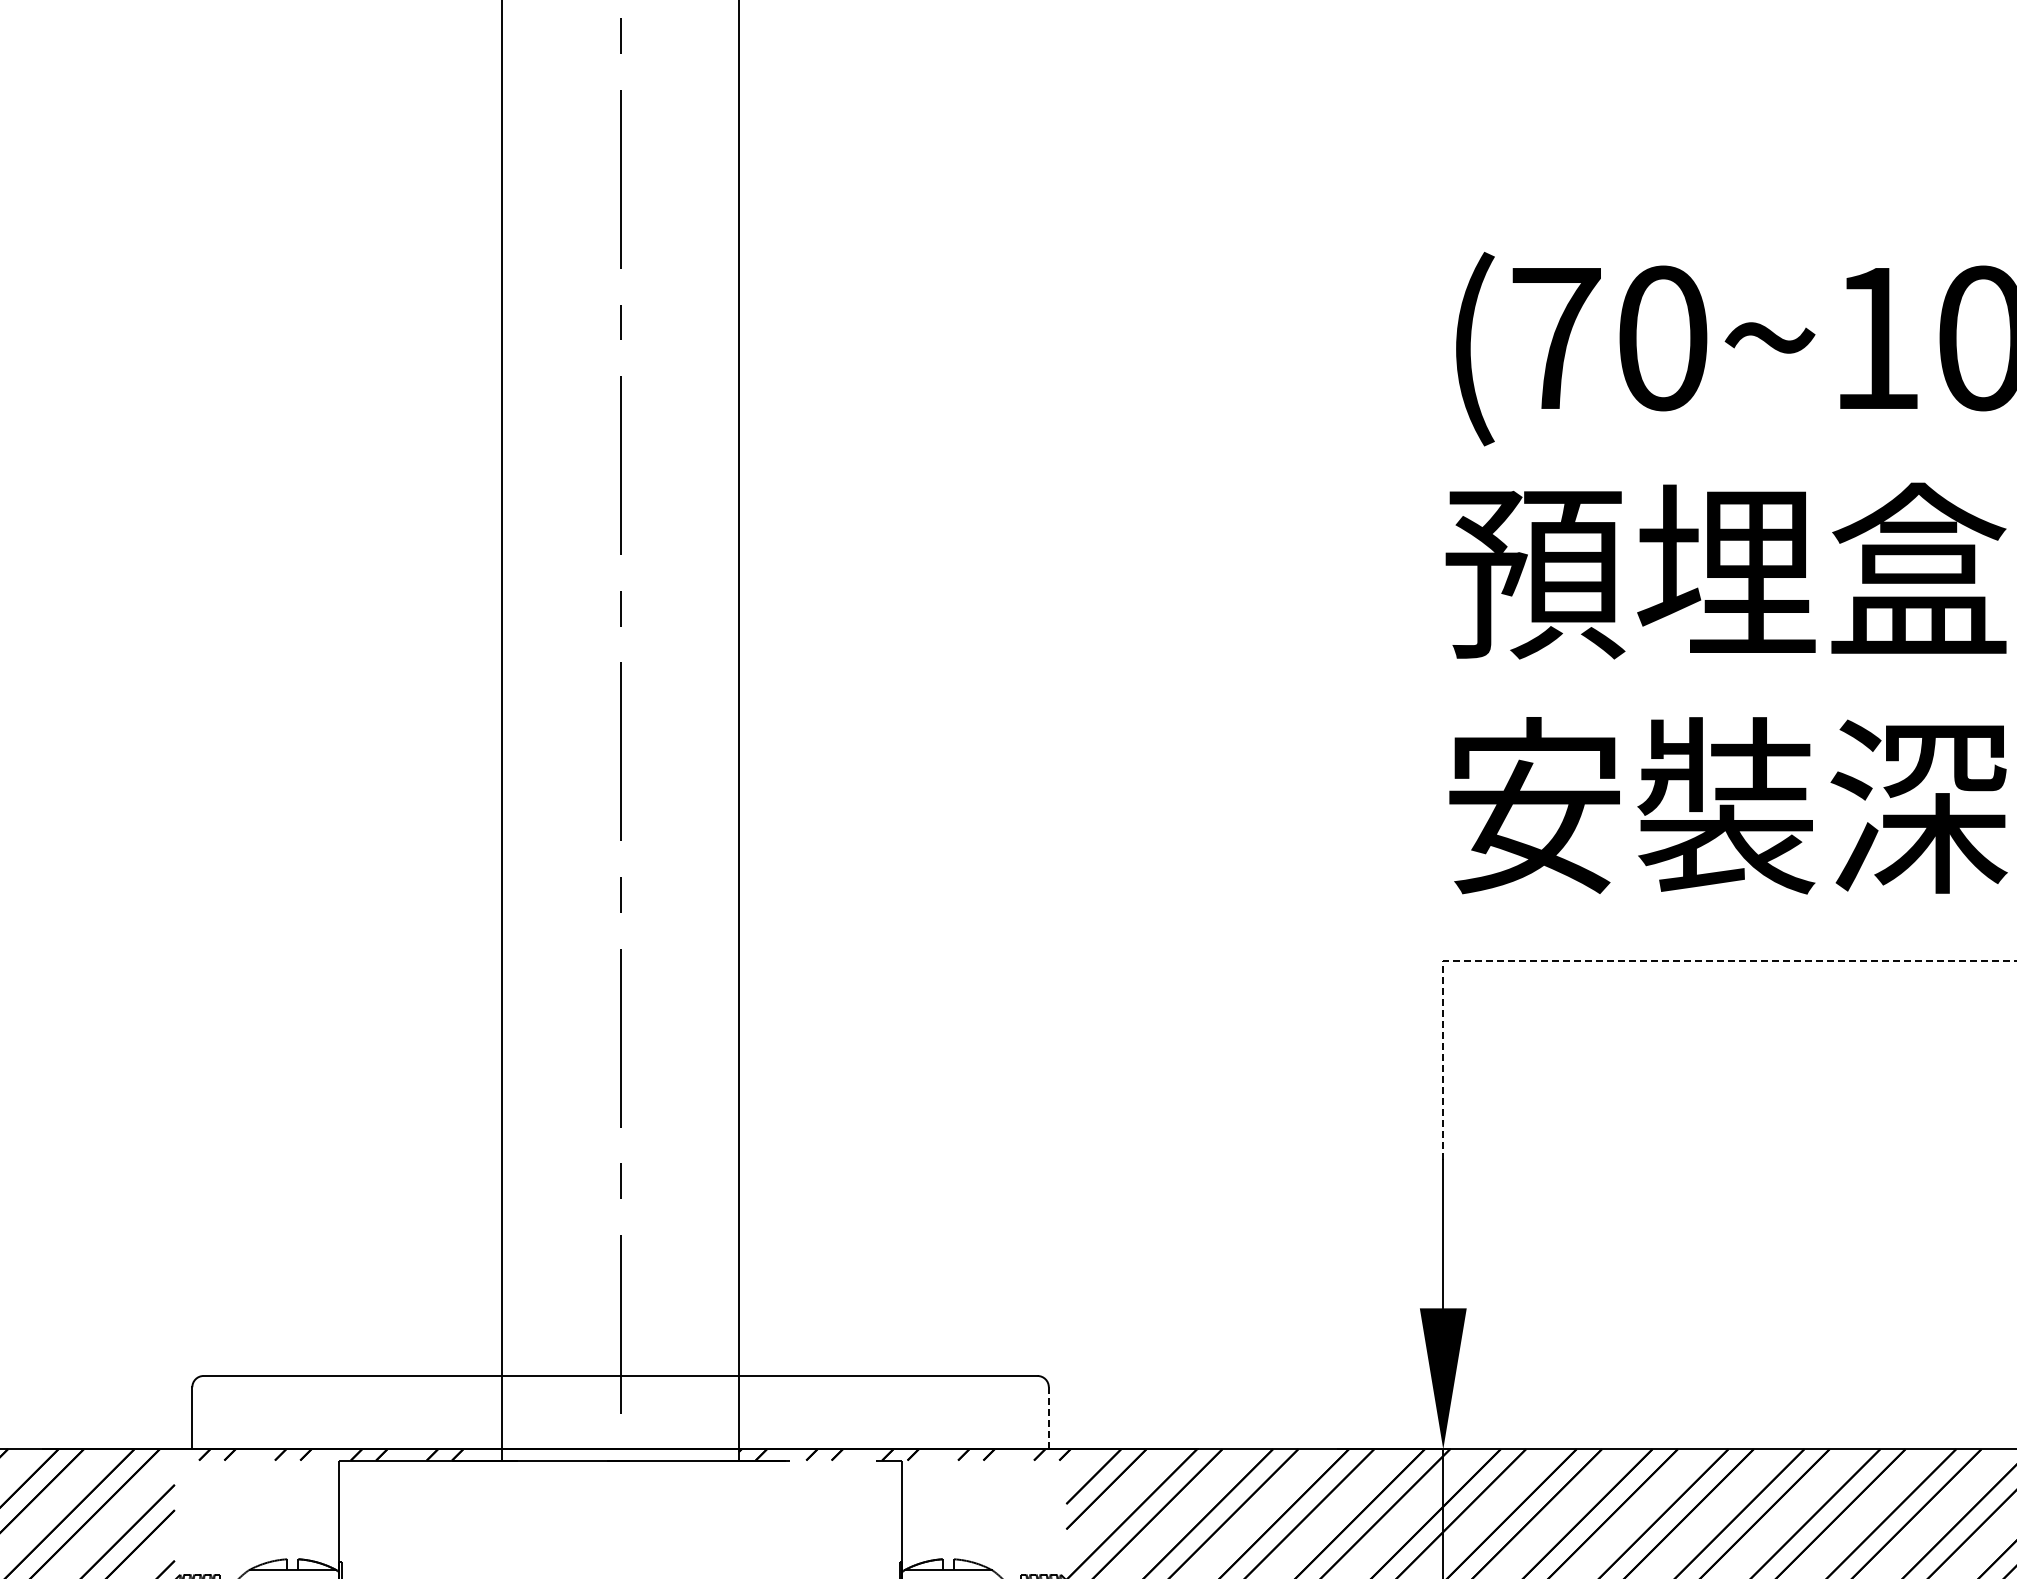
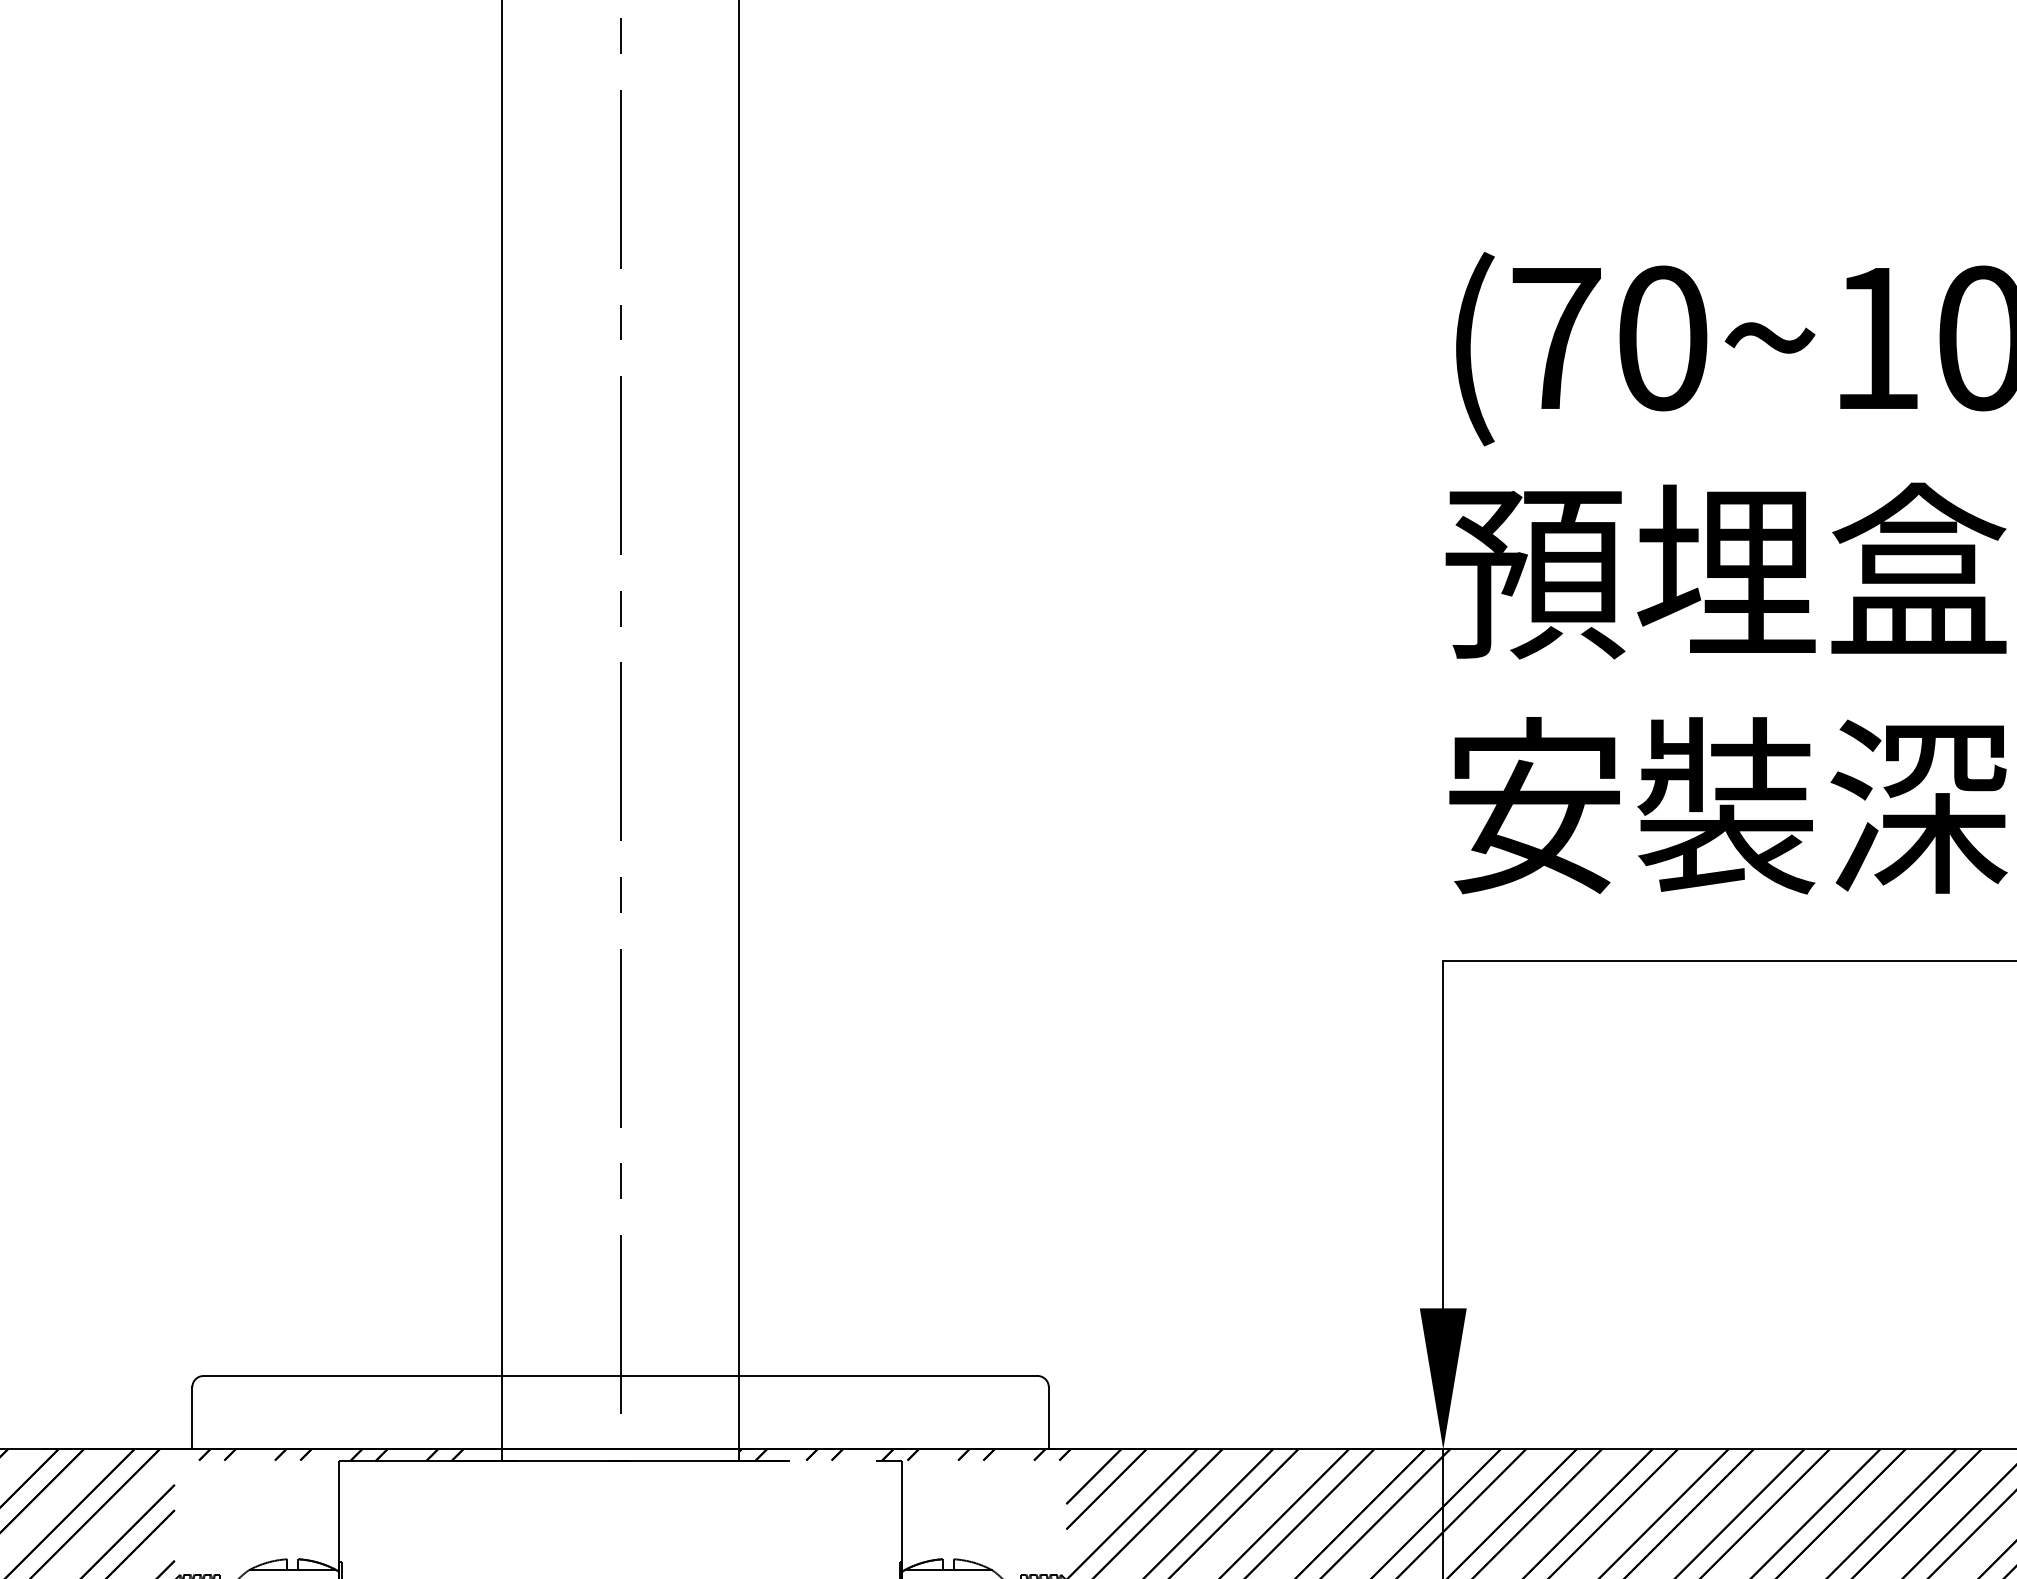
line at (1629, 961): dashed -> solid
line at (1048, 1418): dashed -> solid
